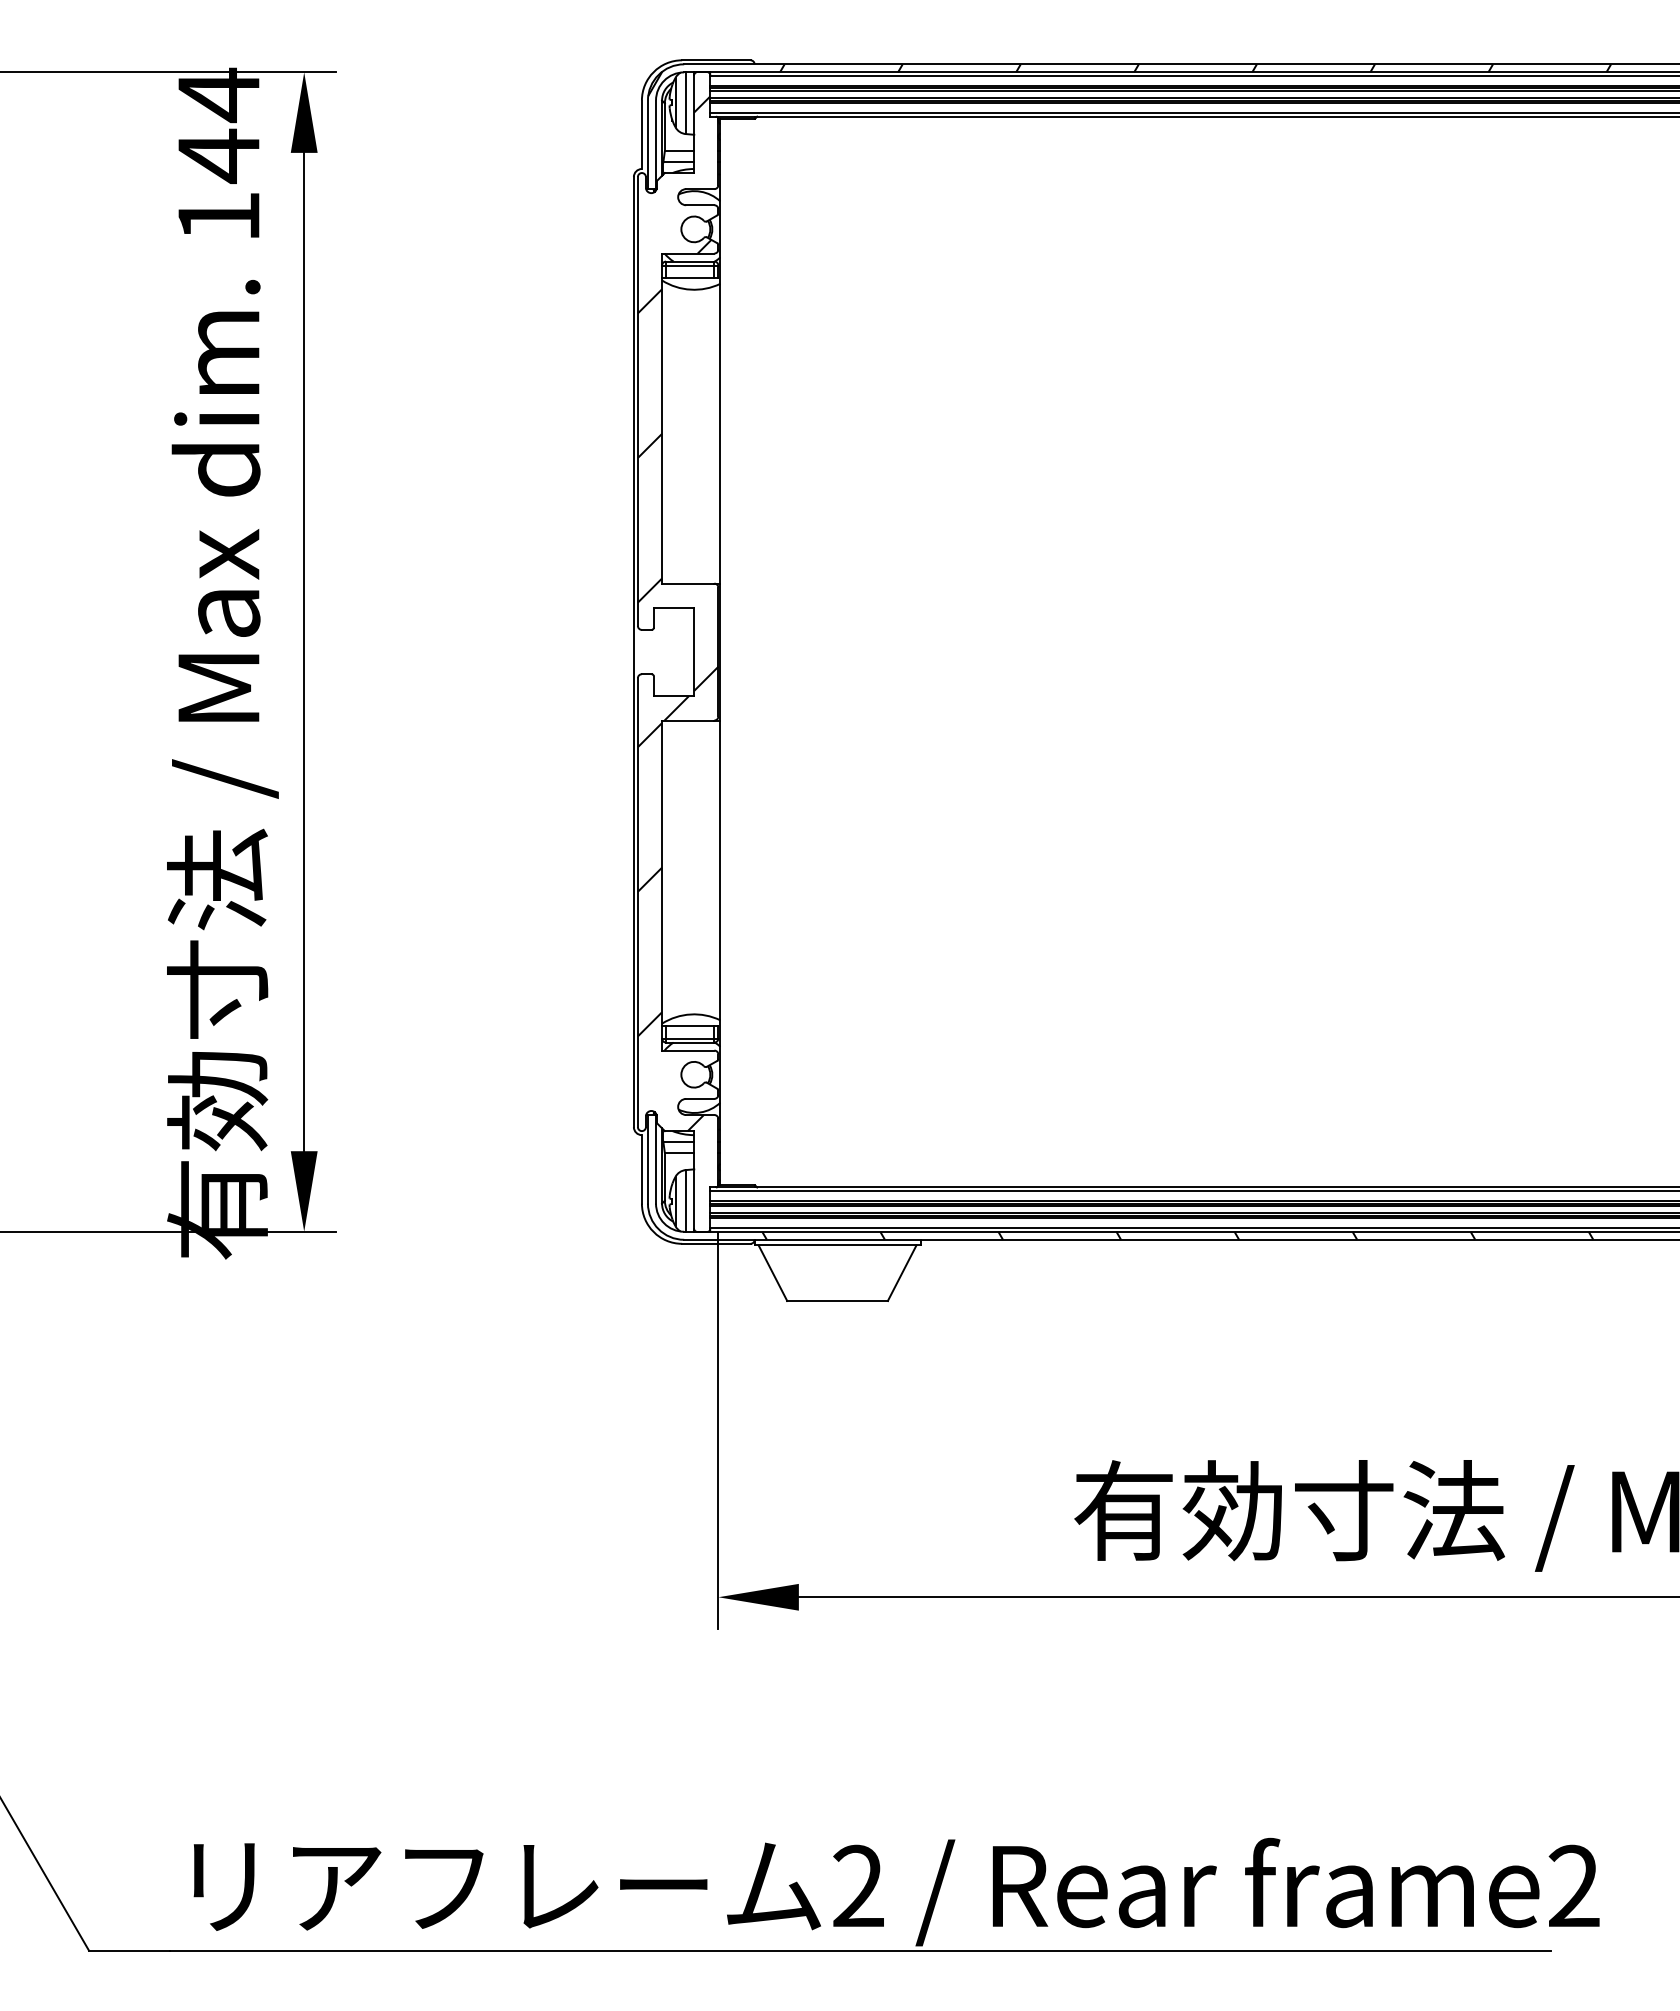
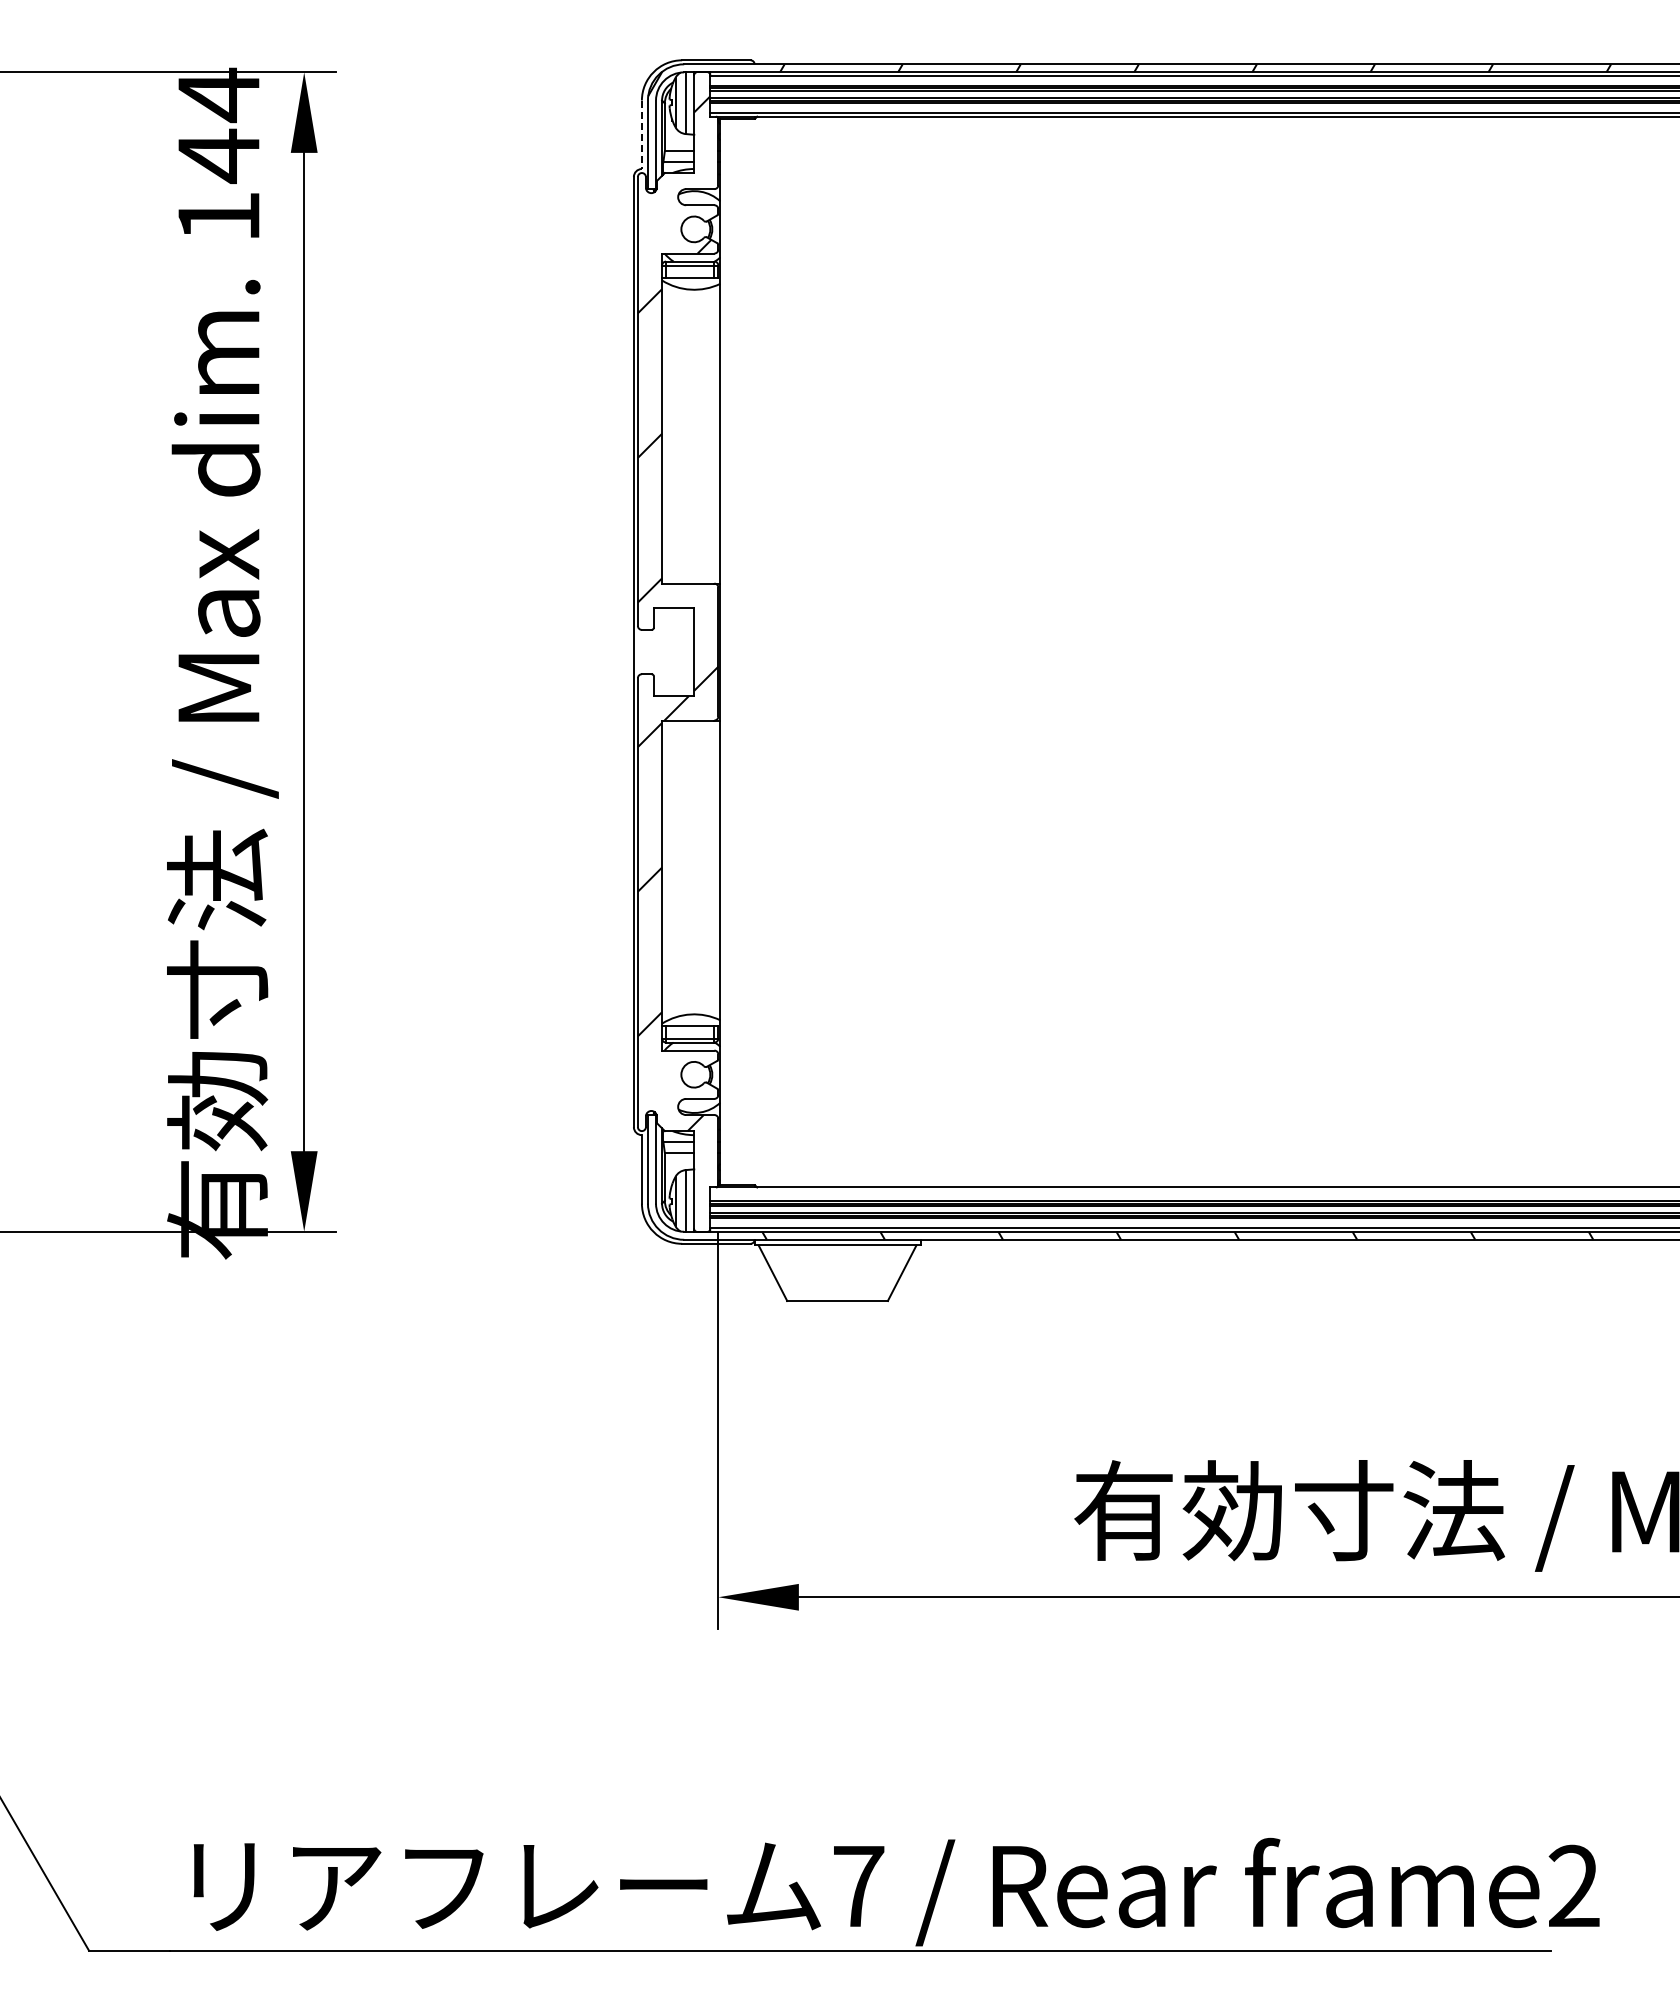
line at (641, 135): solid -> dashed
line at (1193, 1191): present -> none
text at (858, 1885): 2 -> 7
